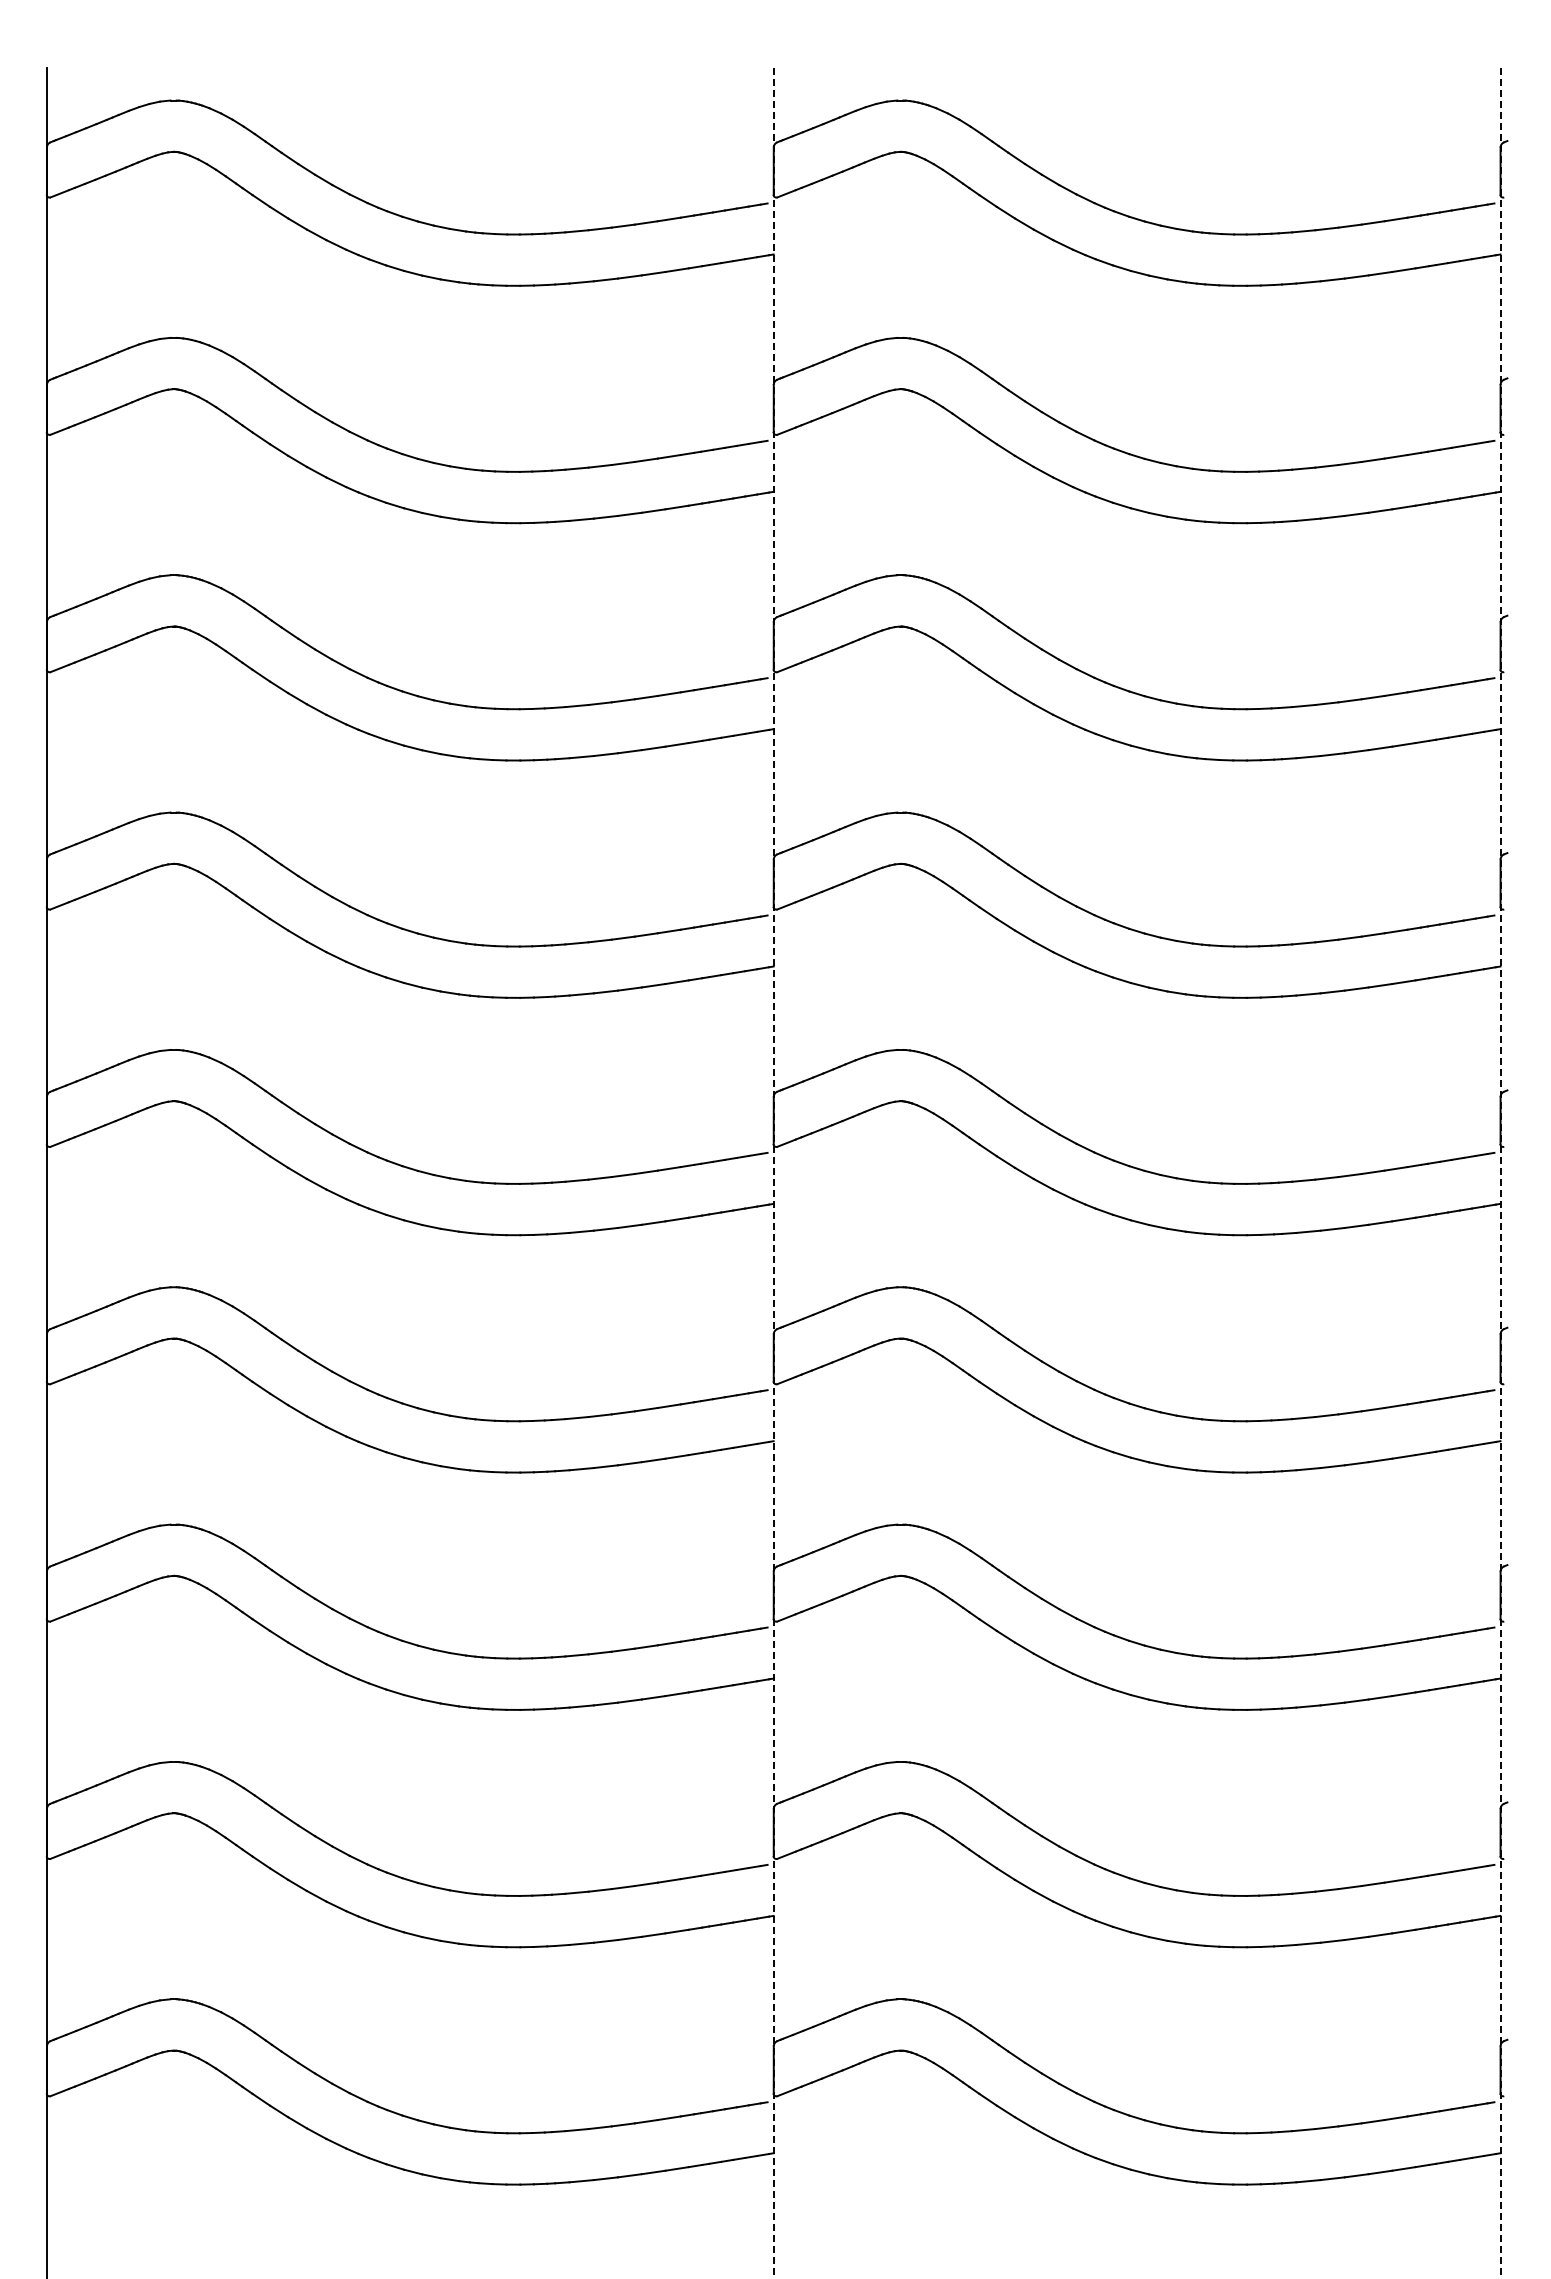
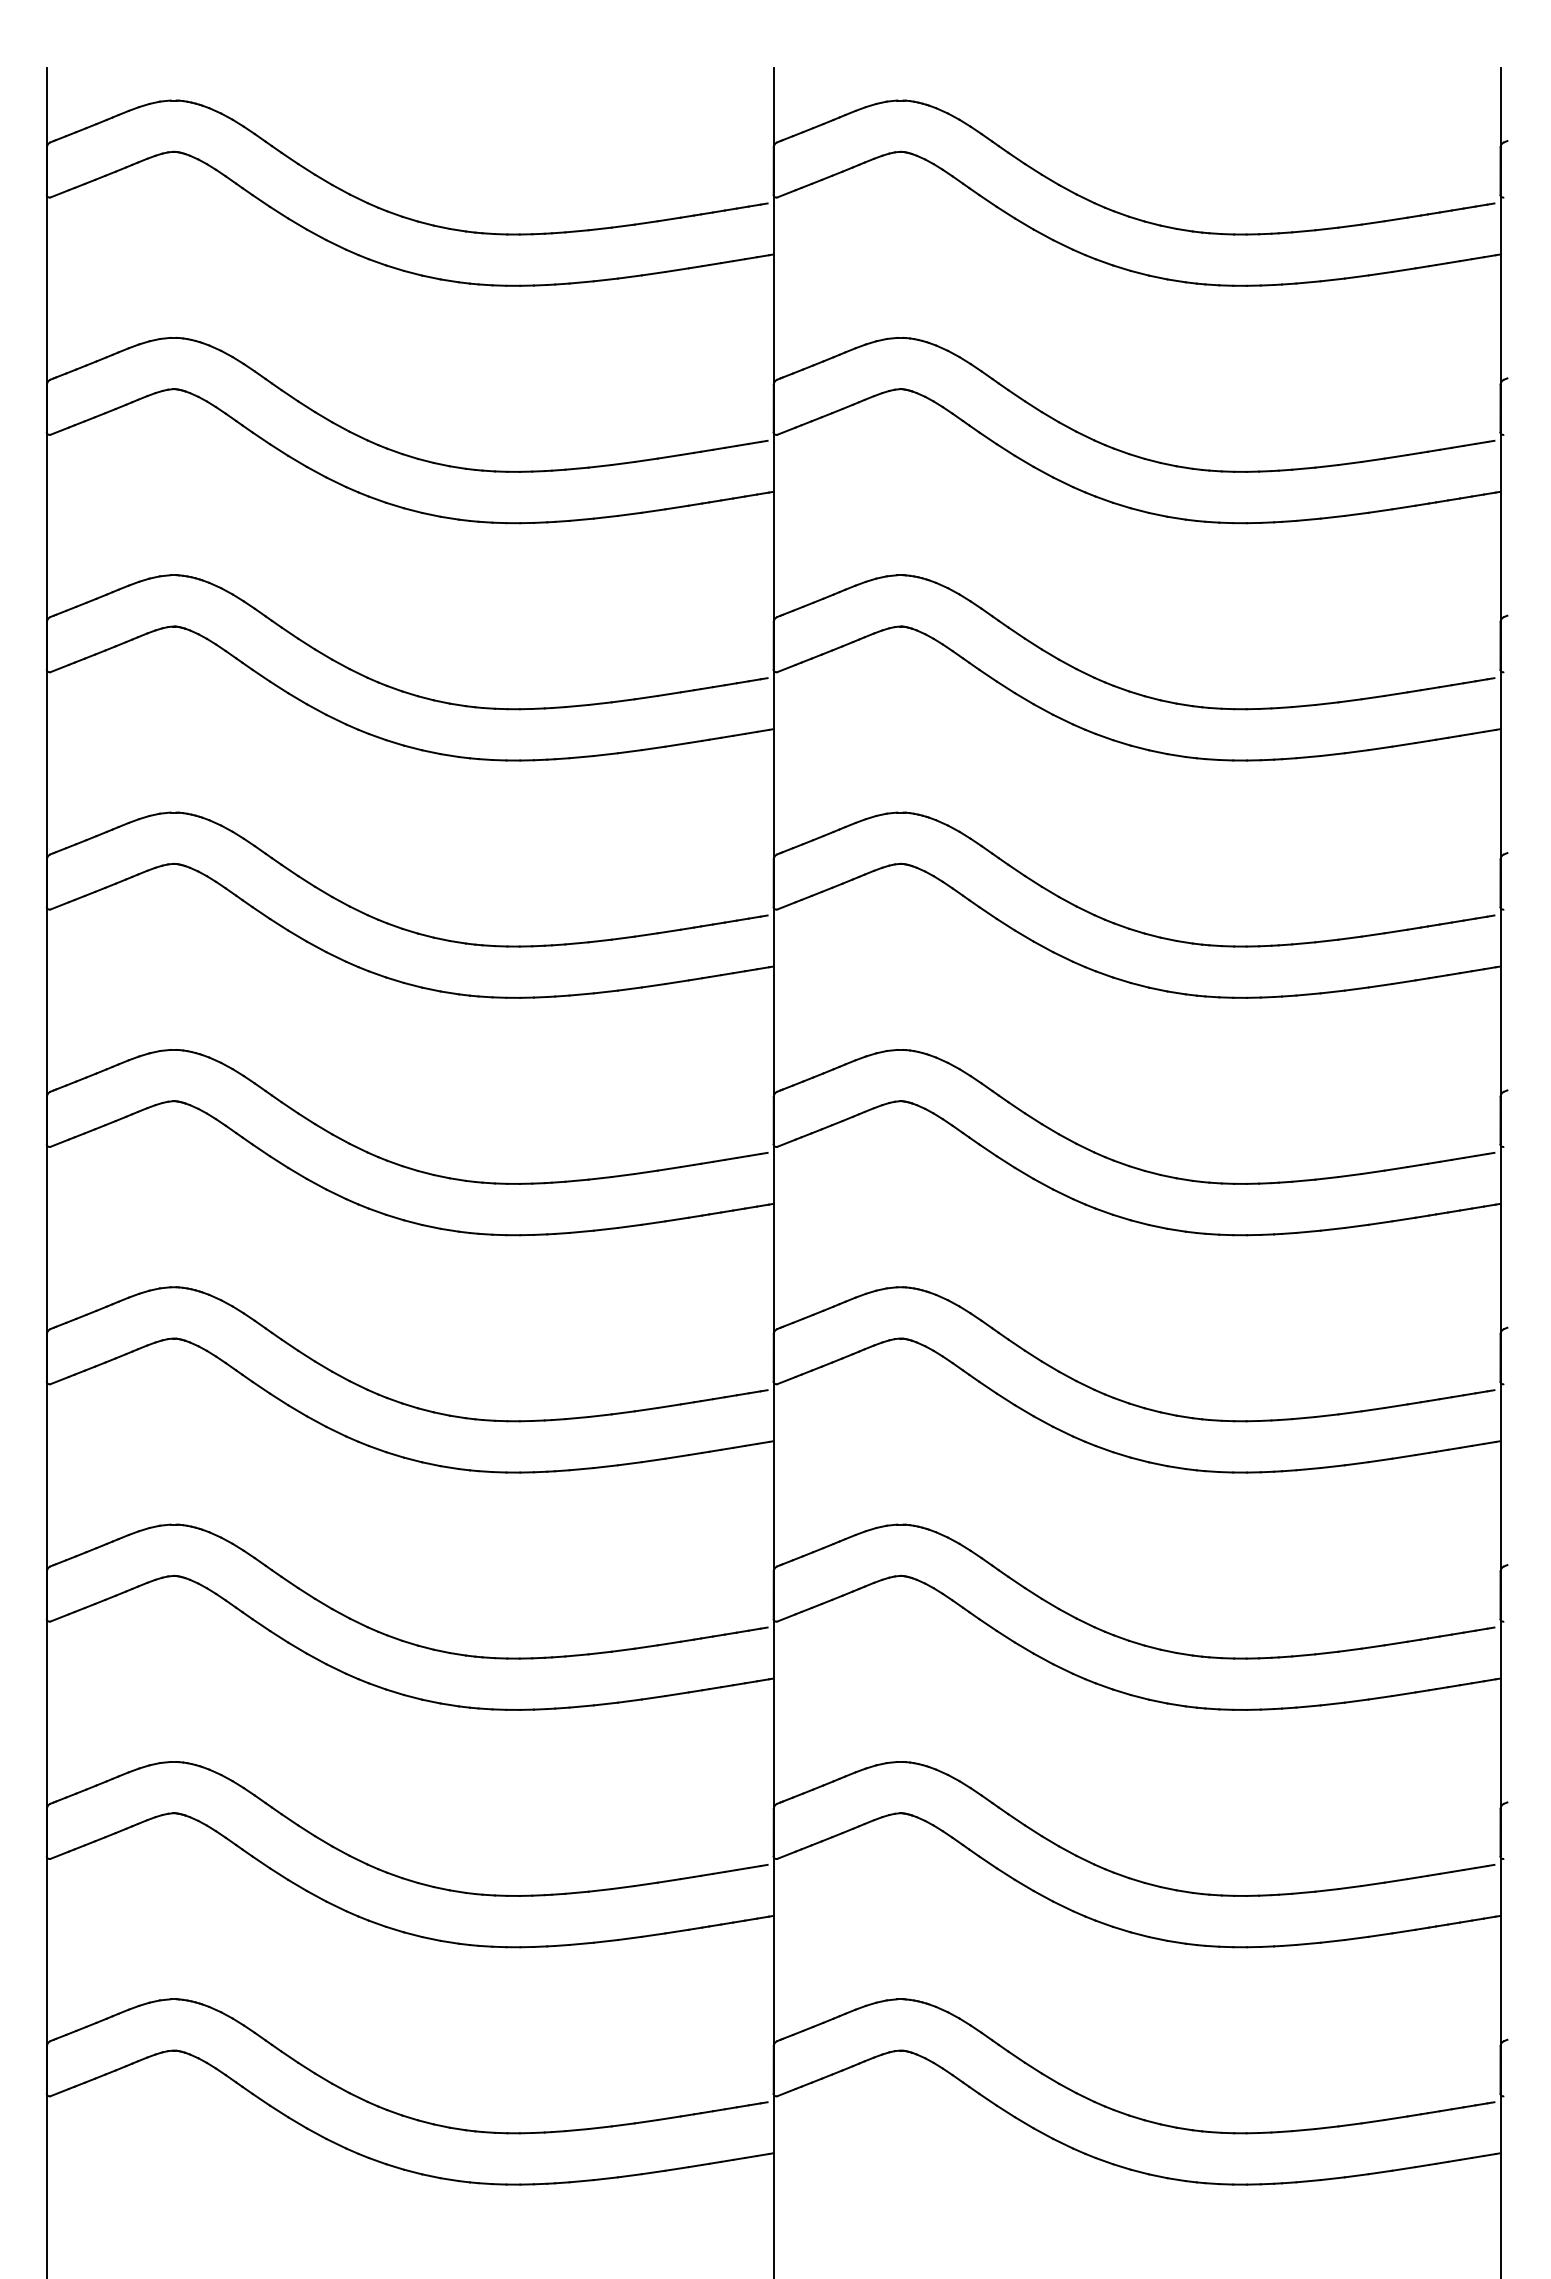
line at (773, 1173): dashed -> solid
line at (1500, 1173): dashed -> solid
